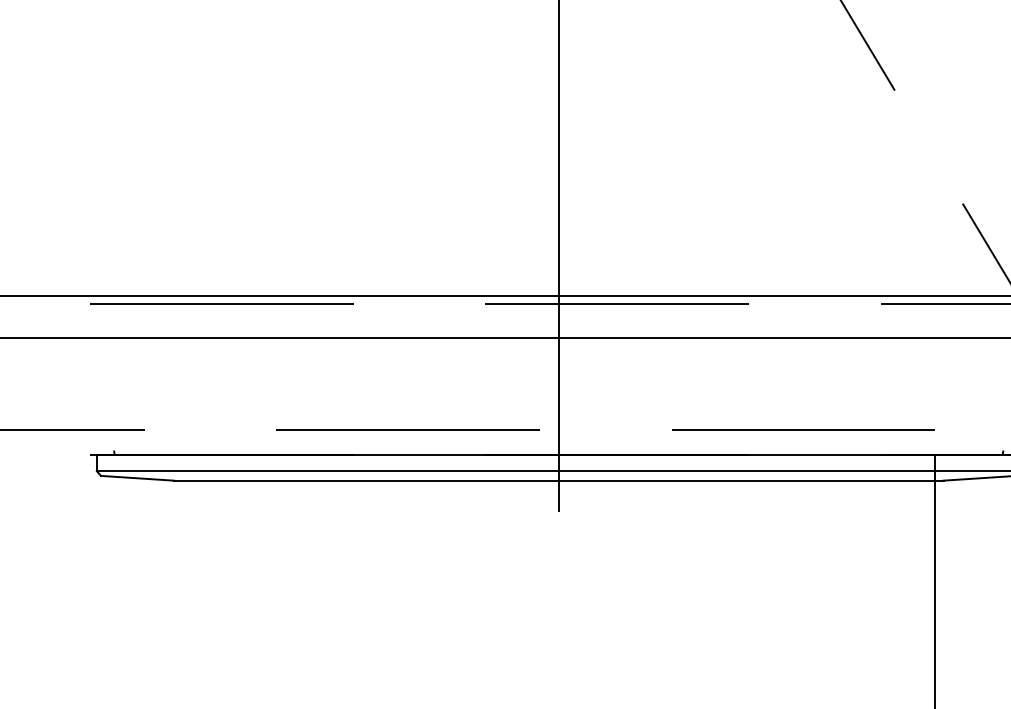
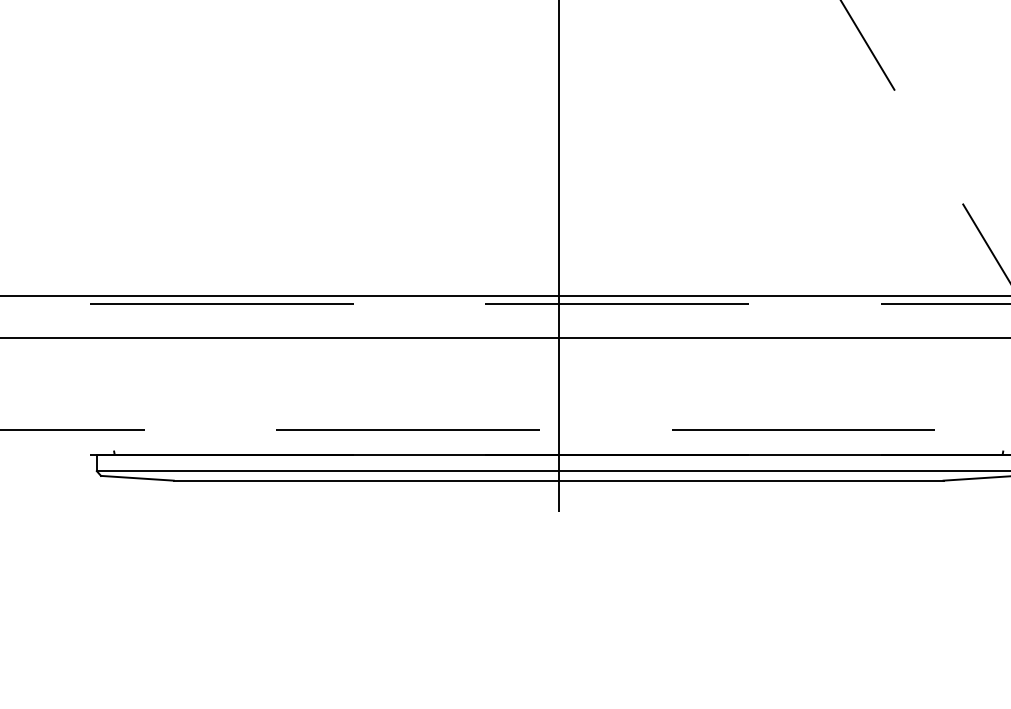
line at (935, 579): present -> none
